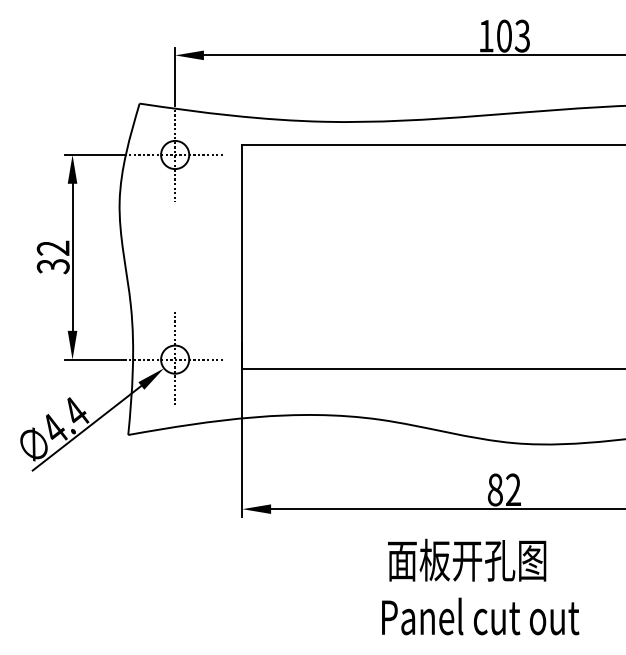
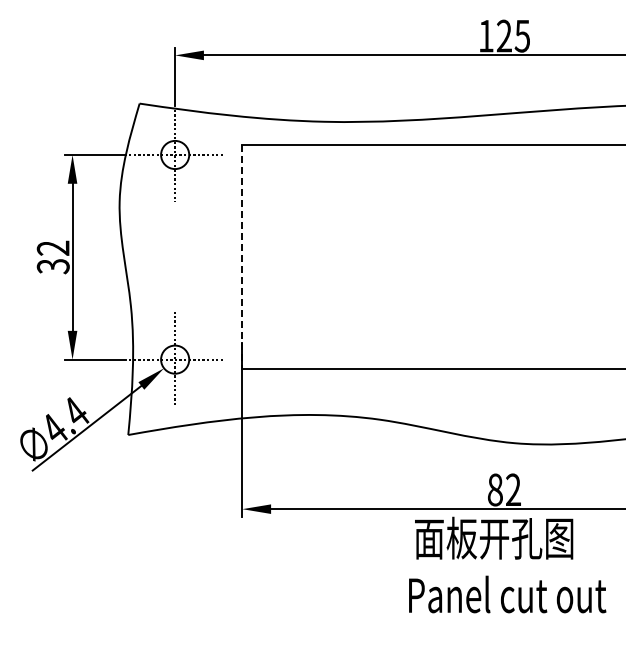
text at (512, 35): 103 -> 125
line at (242, 257): solid -> dashed
text at (480, 586) position: (480, 586) -> (507, 564)
